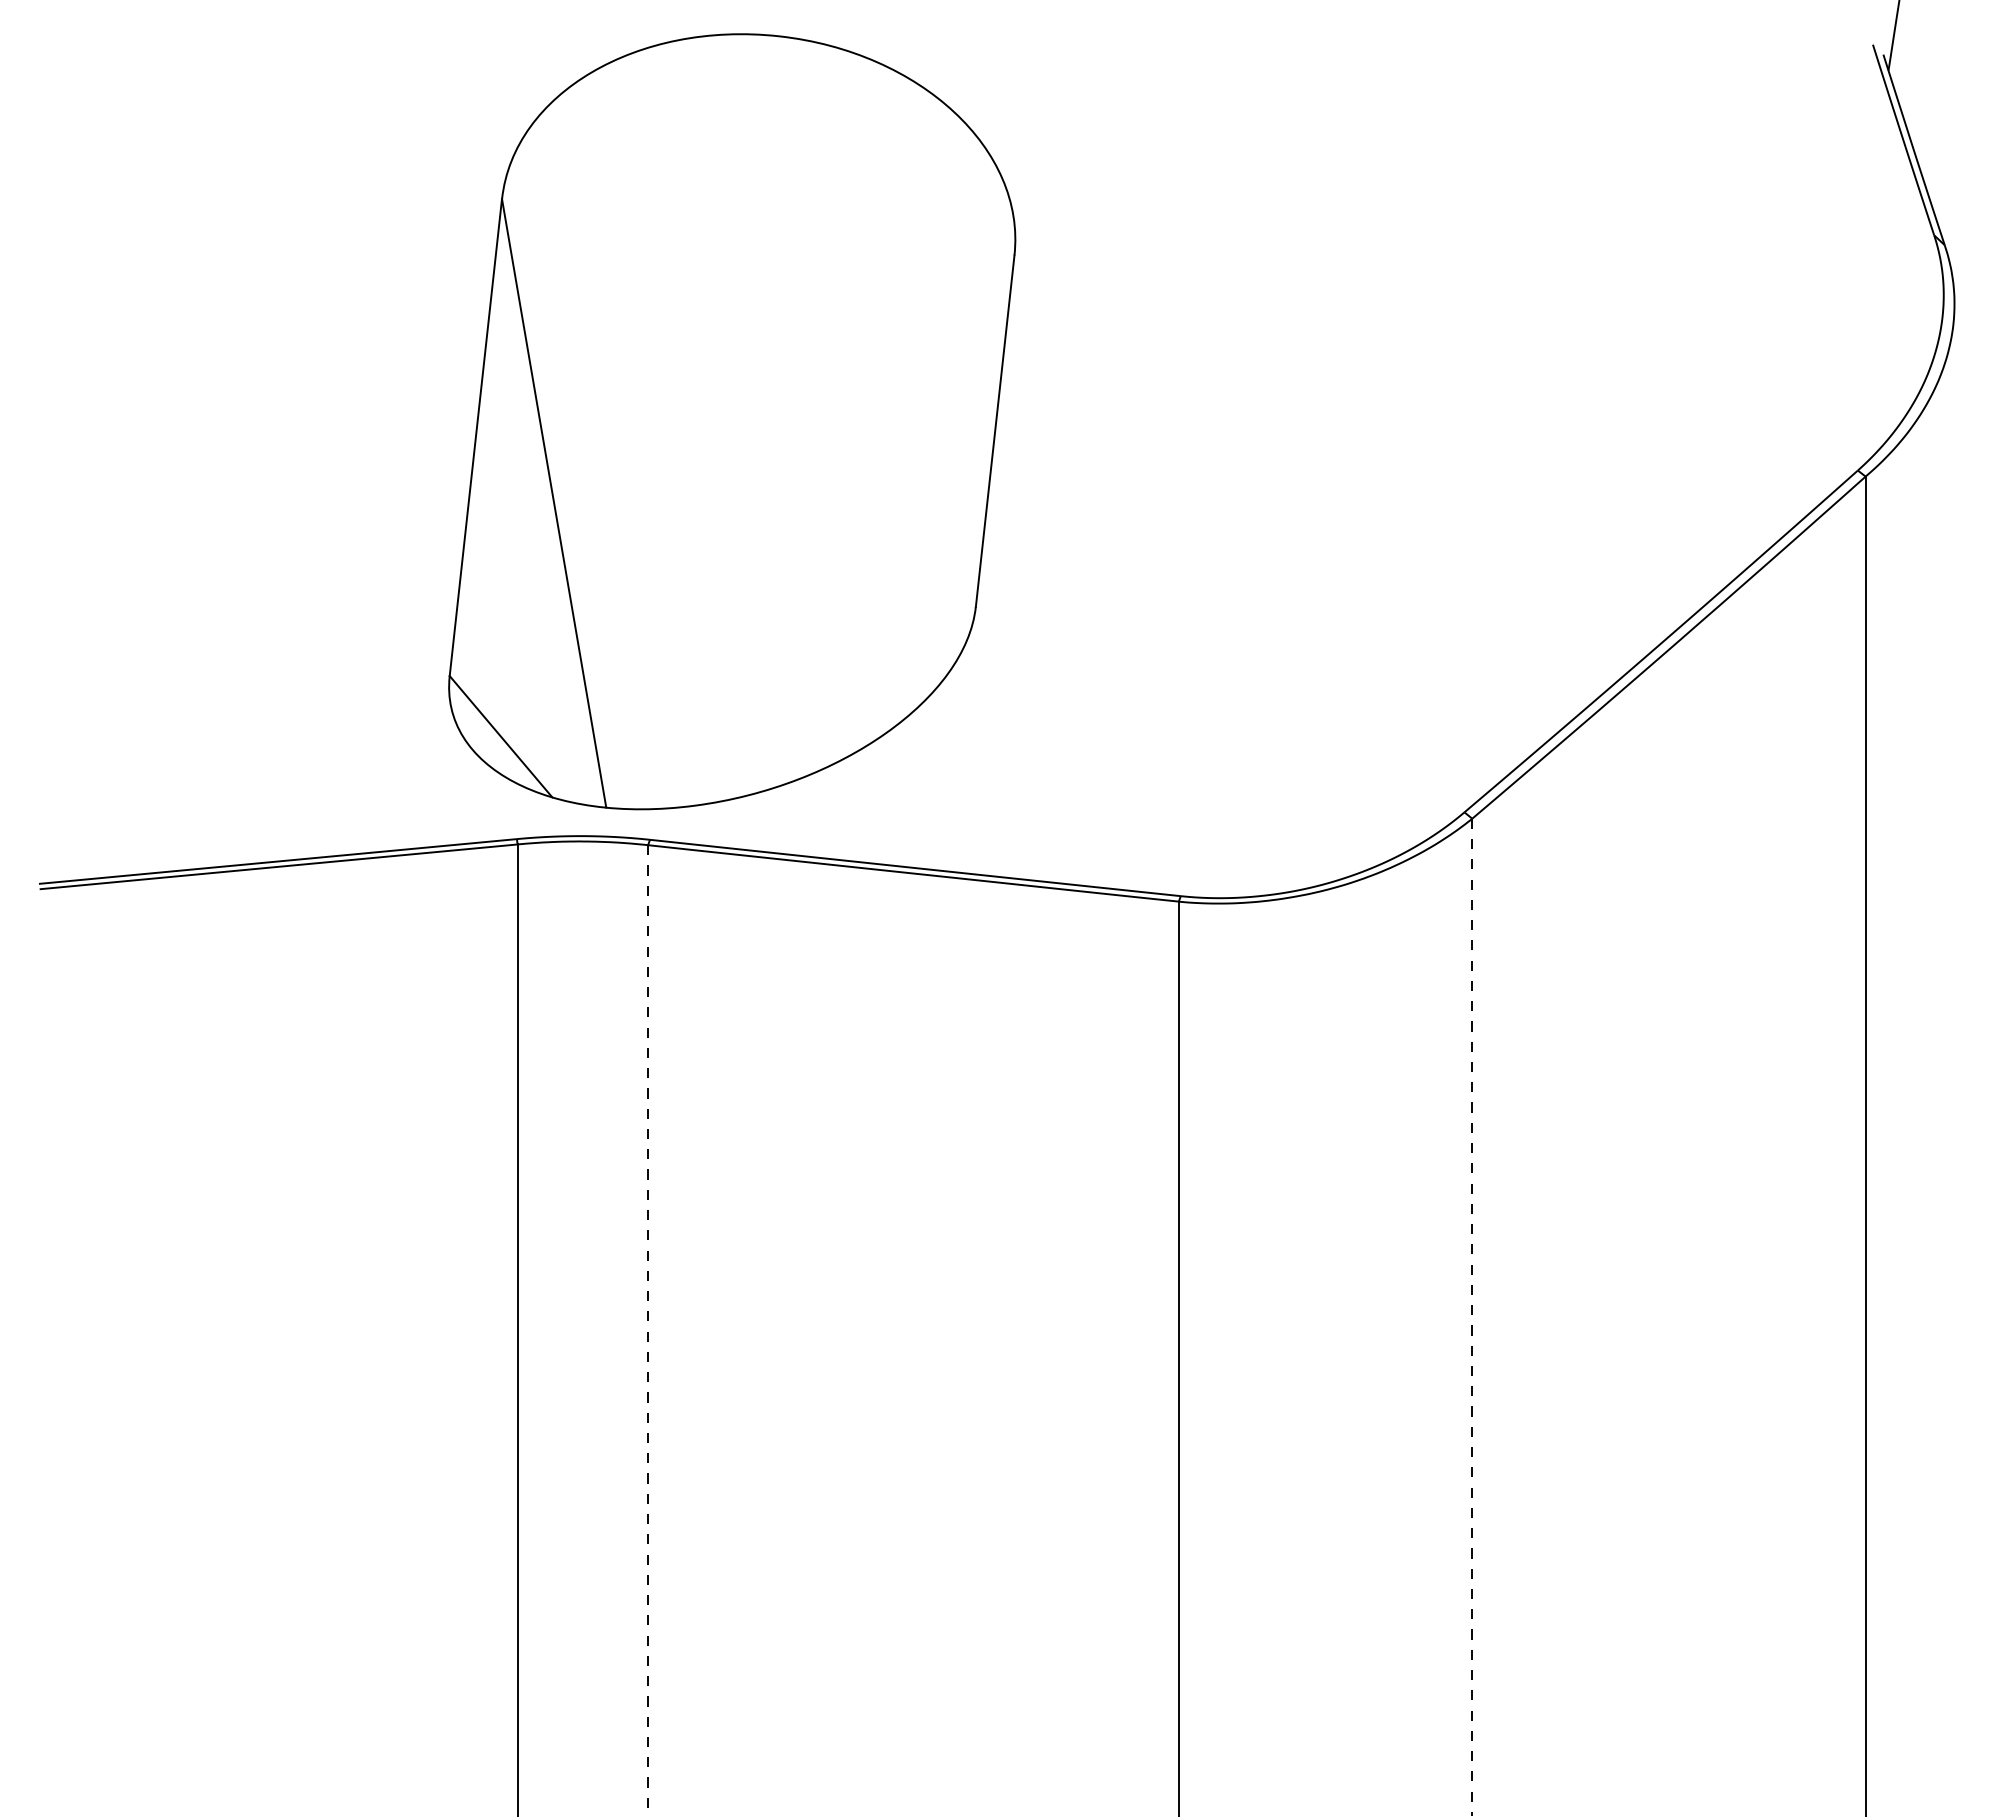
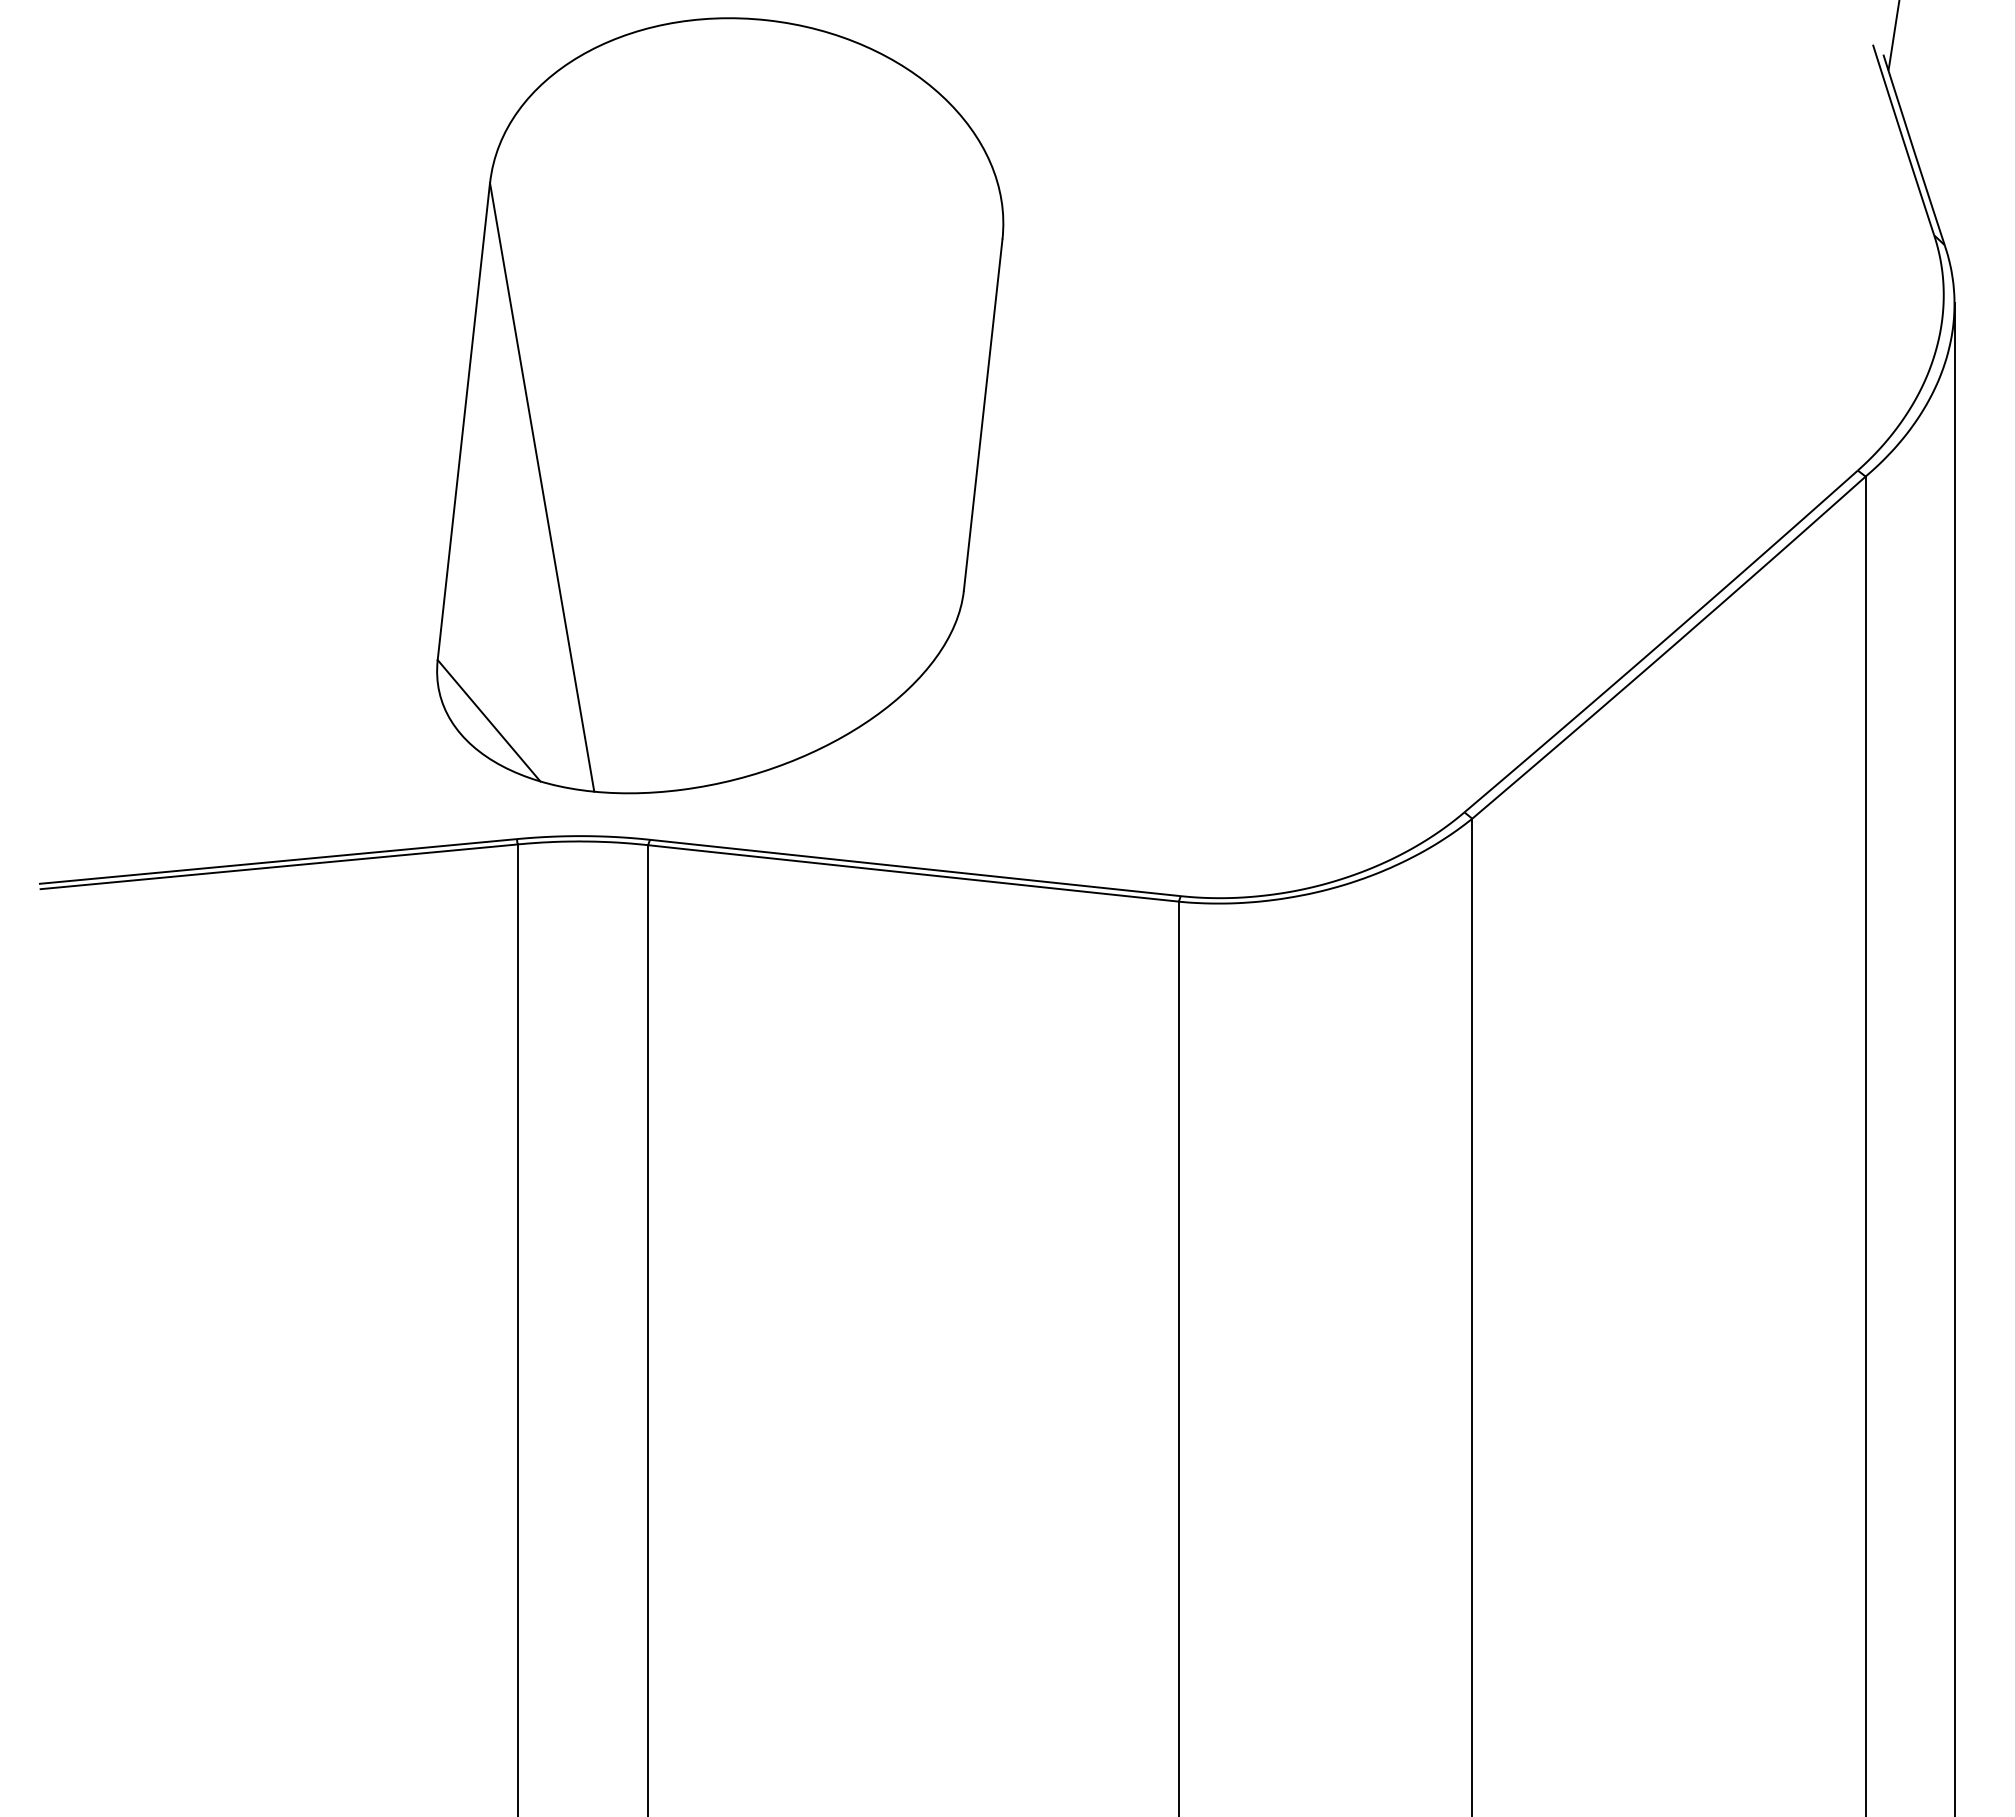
part at (732, 421) position: (732, 421) -> (720, 405)
line at (1954, 1058): none -> present
line at (1472, 1317): dashed -> solid
line at (648, 1330): dashed -> solid
